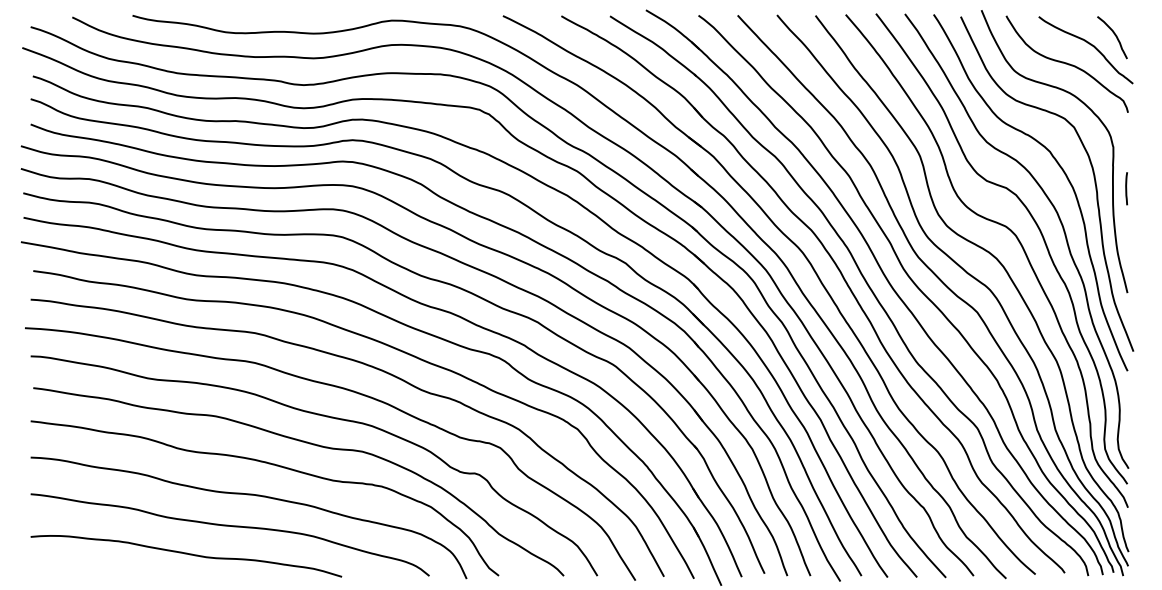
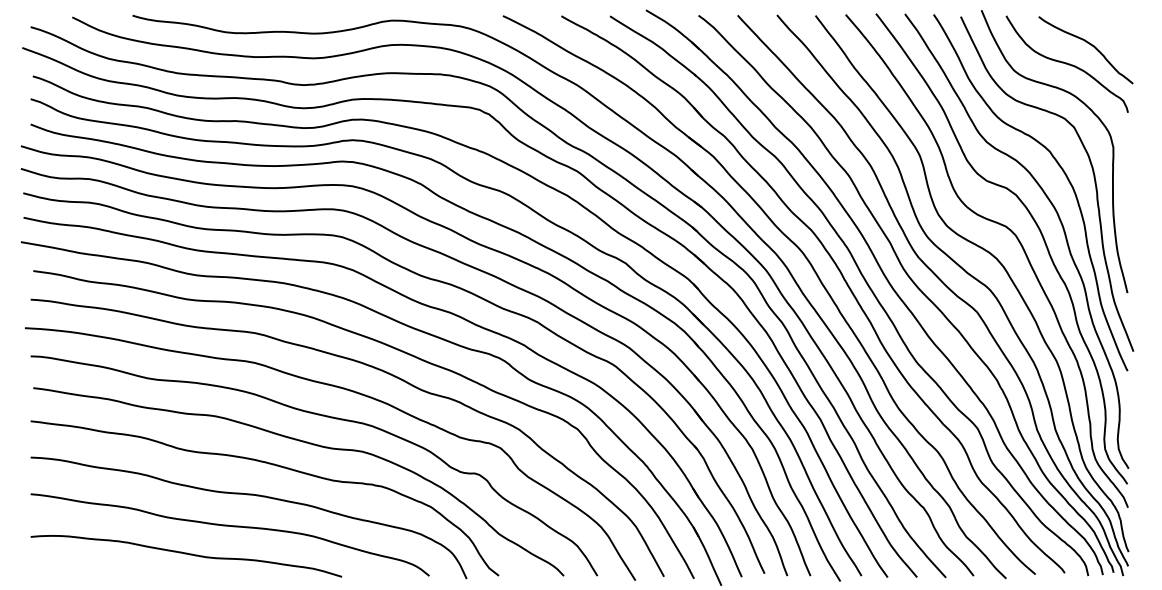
curve at (1114, 35): present -> none
line at (1126, 188): present -> none
